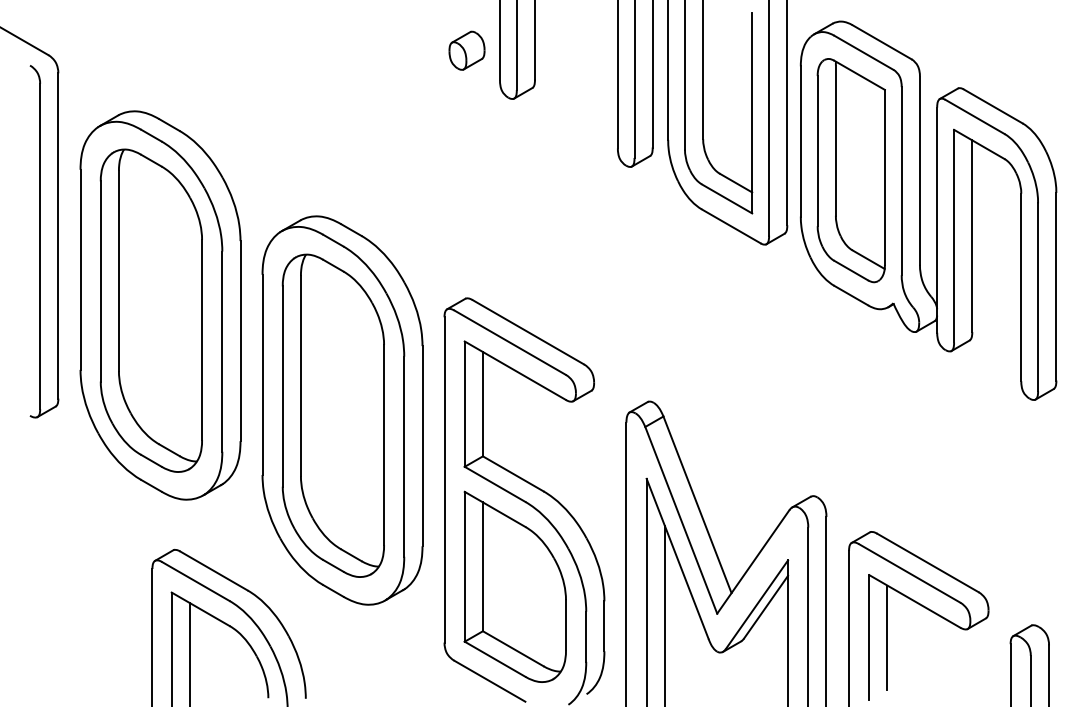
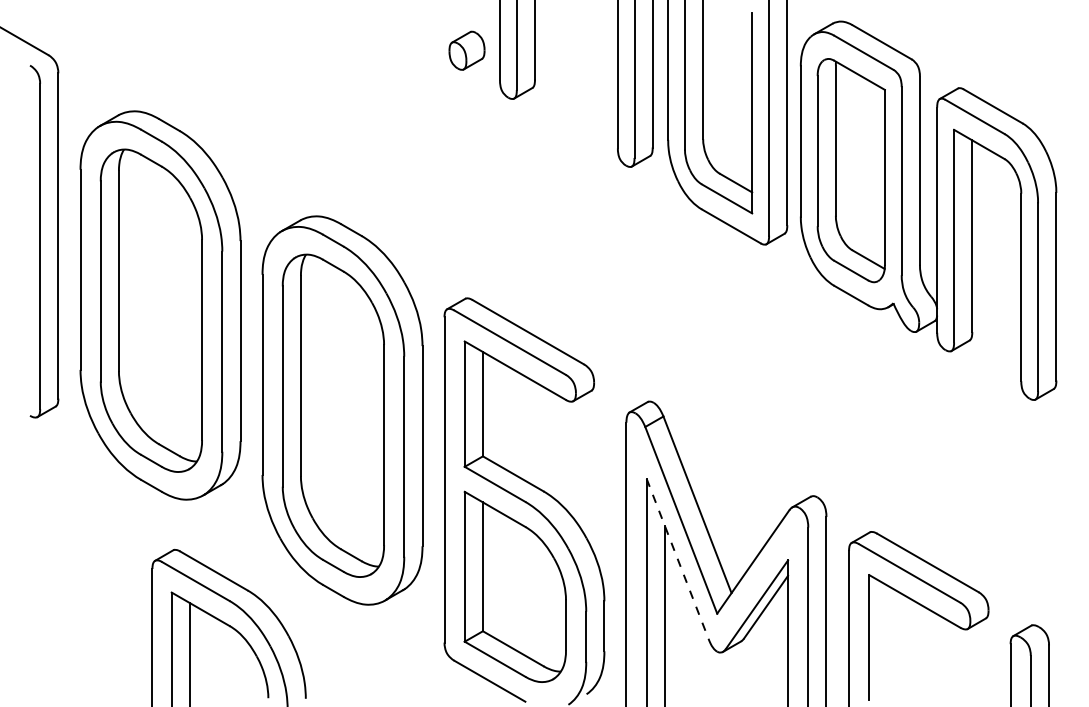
line at (677, 558): solid -> dashed
line at (887, 637): present -> none
